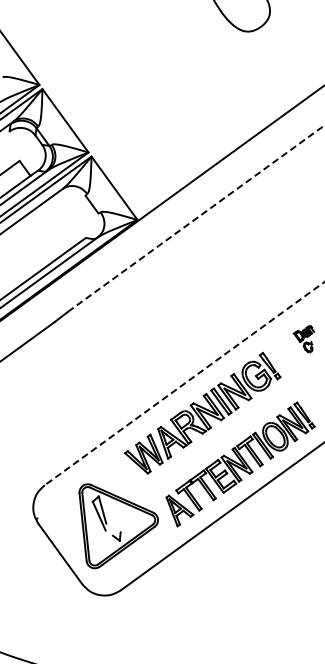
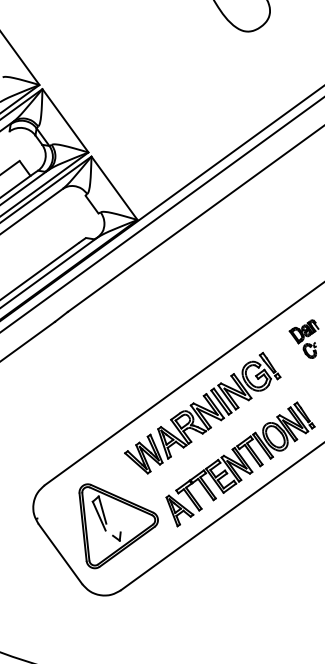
line at (161, 214): none -> present
line at (196, 218): dashed -> solid
part at (303, 339) size: 22x29 px -> 32x40 px
line at (184, 383): dashed -> solid
